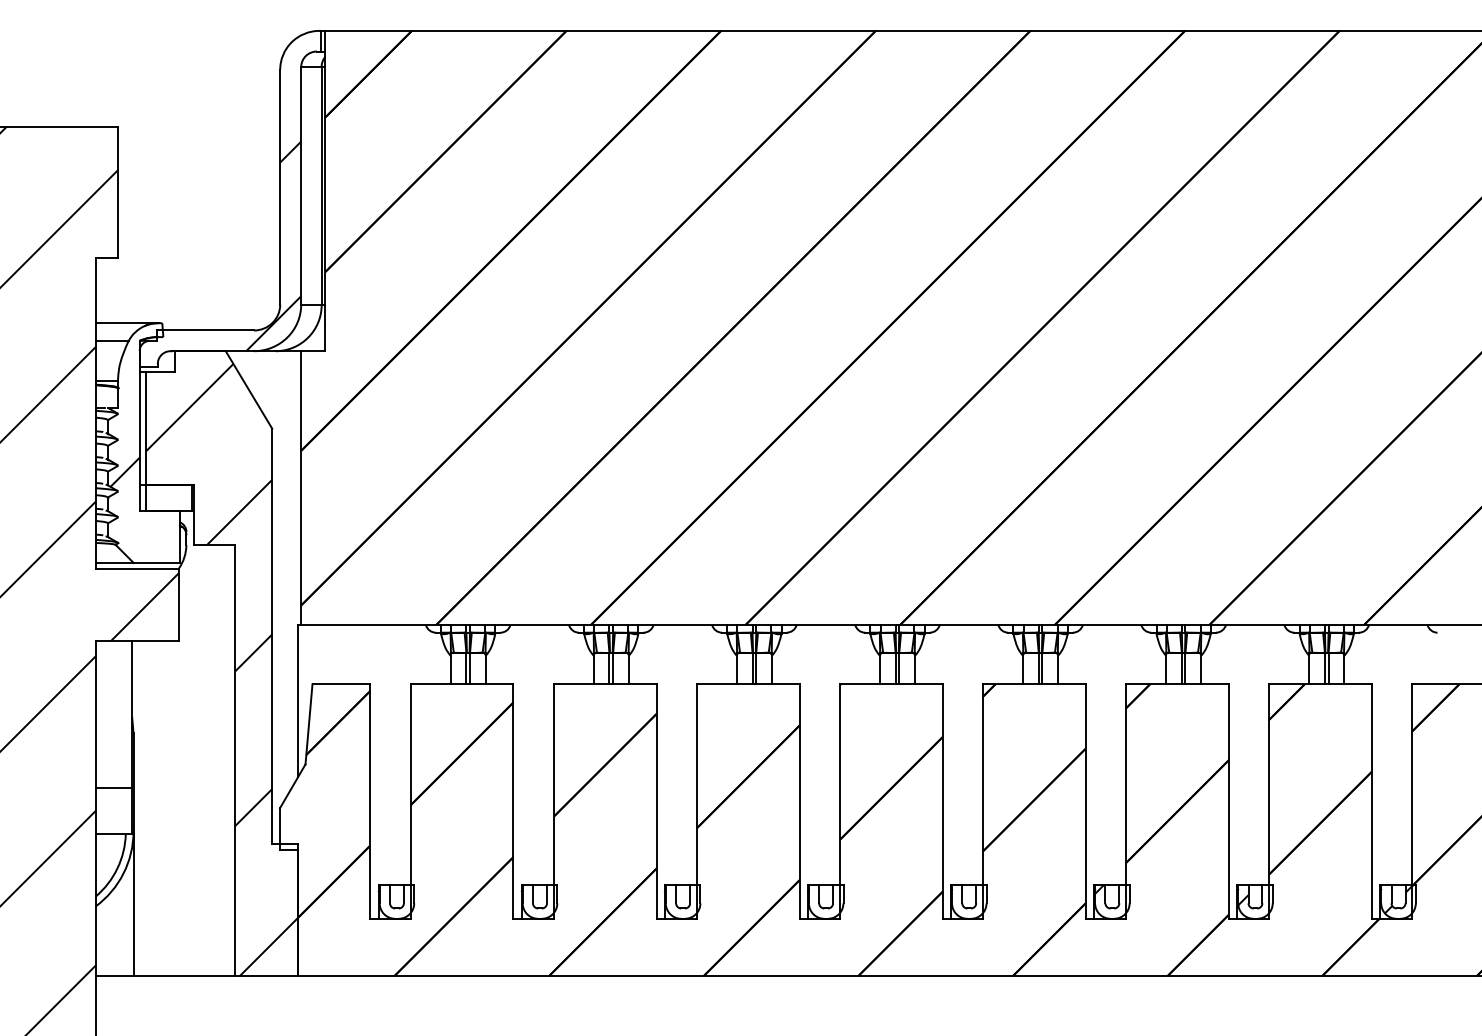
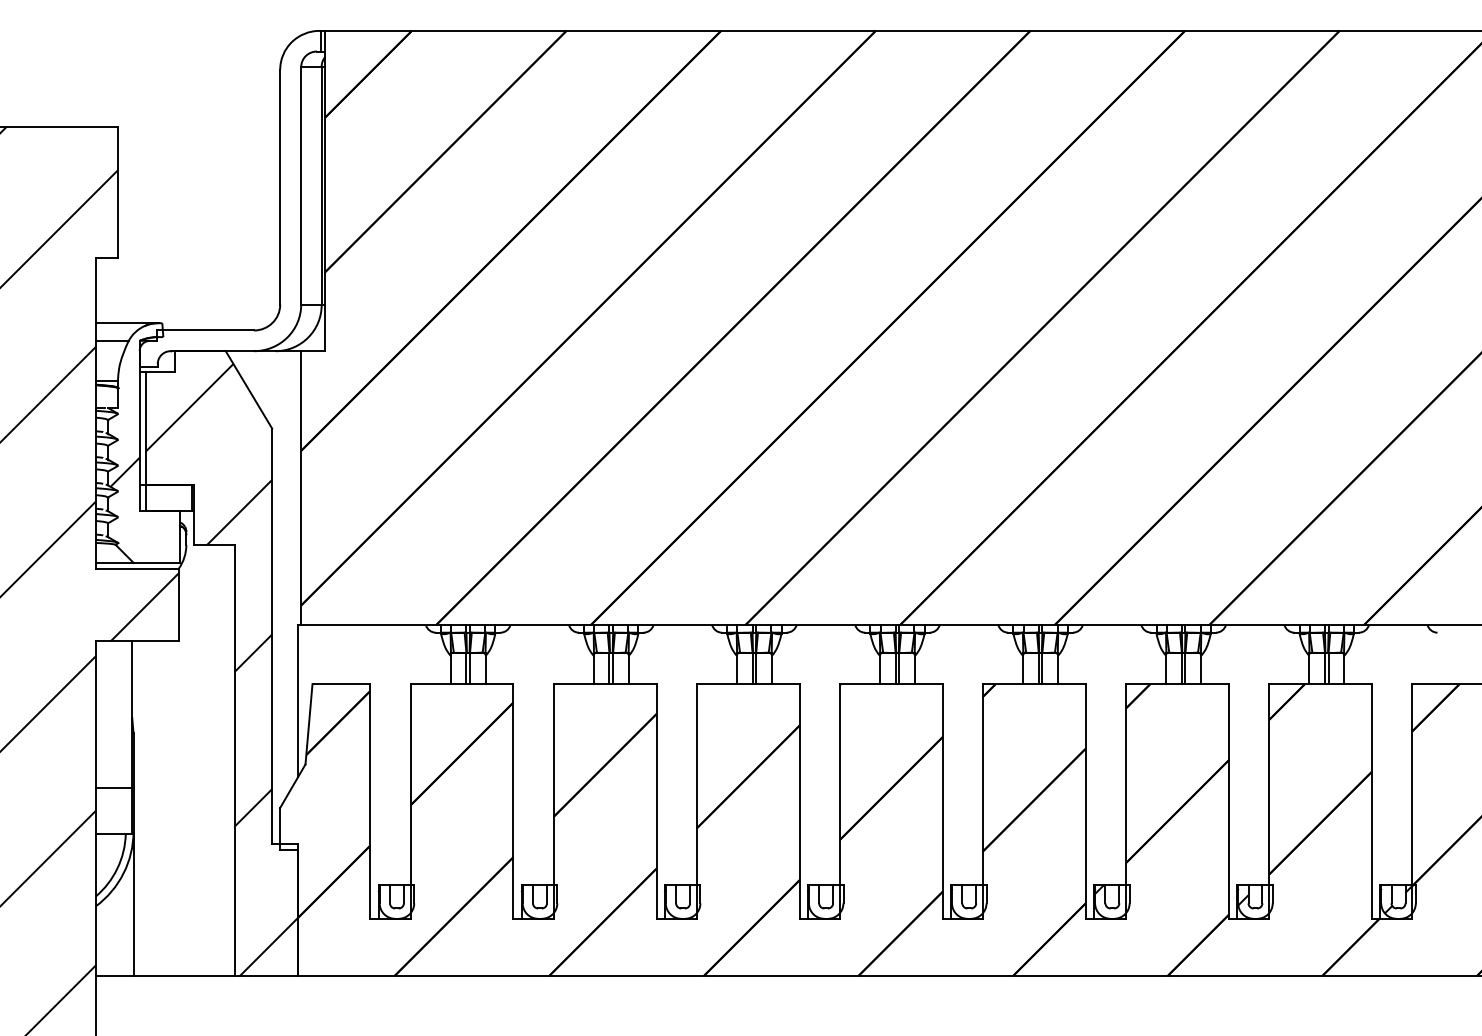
hatch at (273, 246): present -> none
